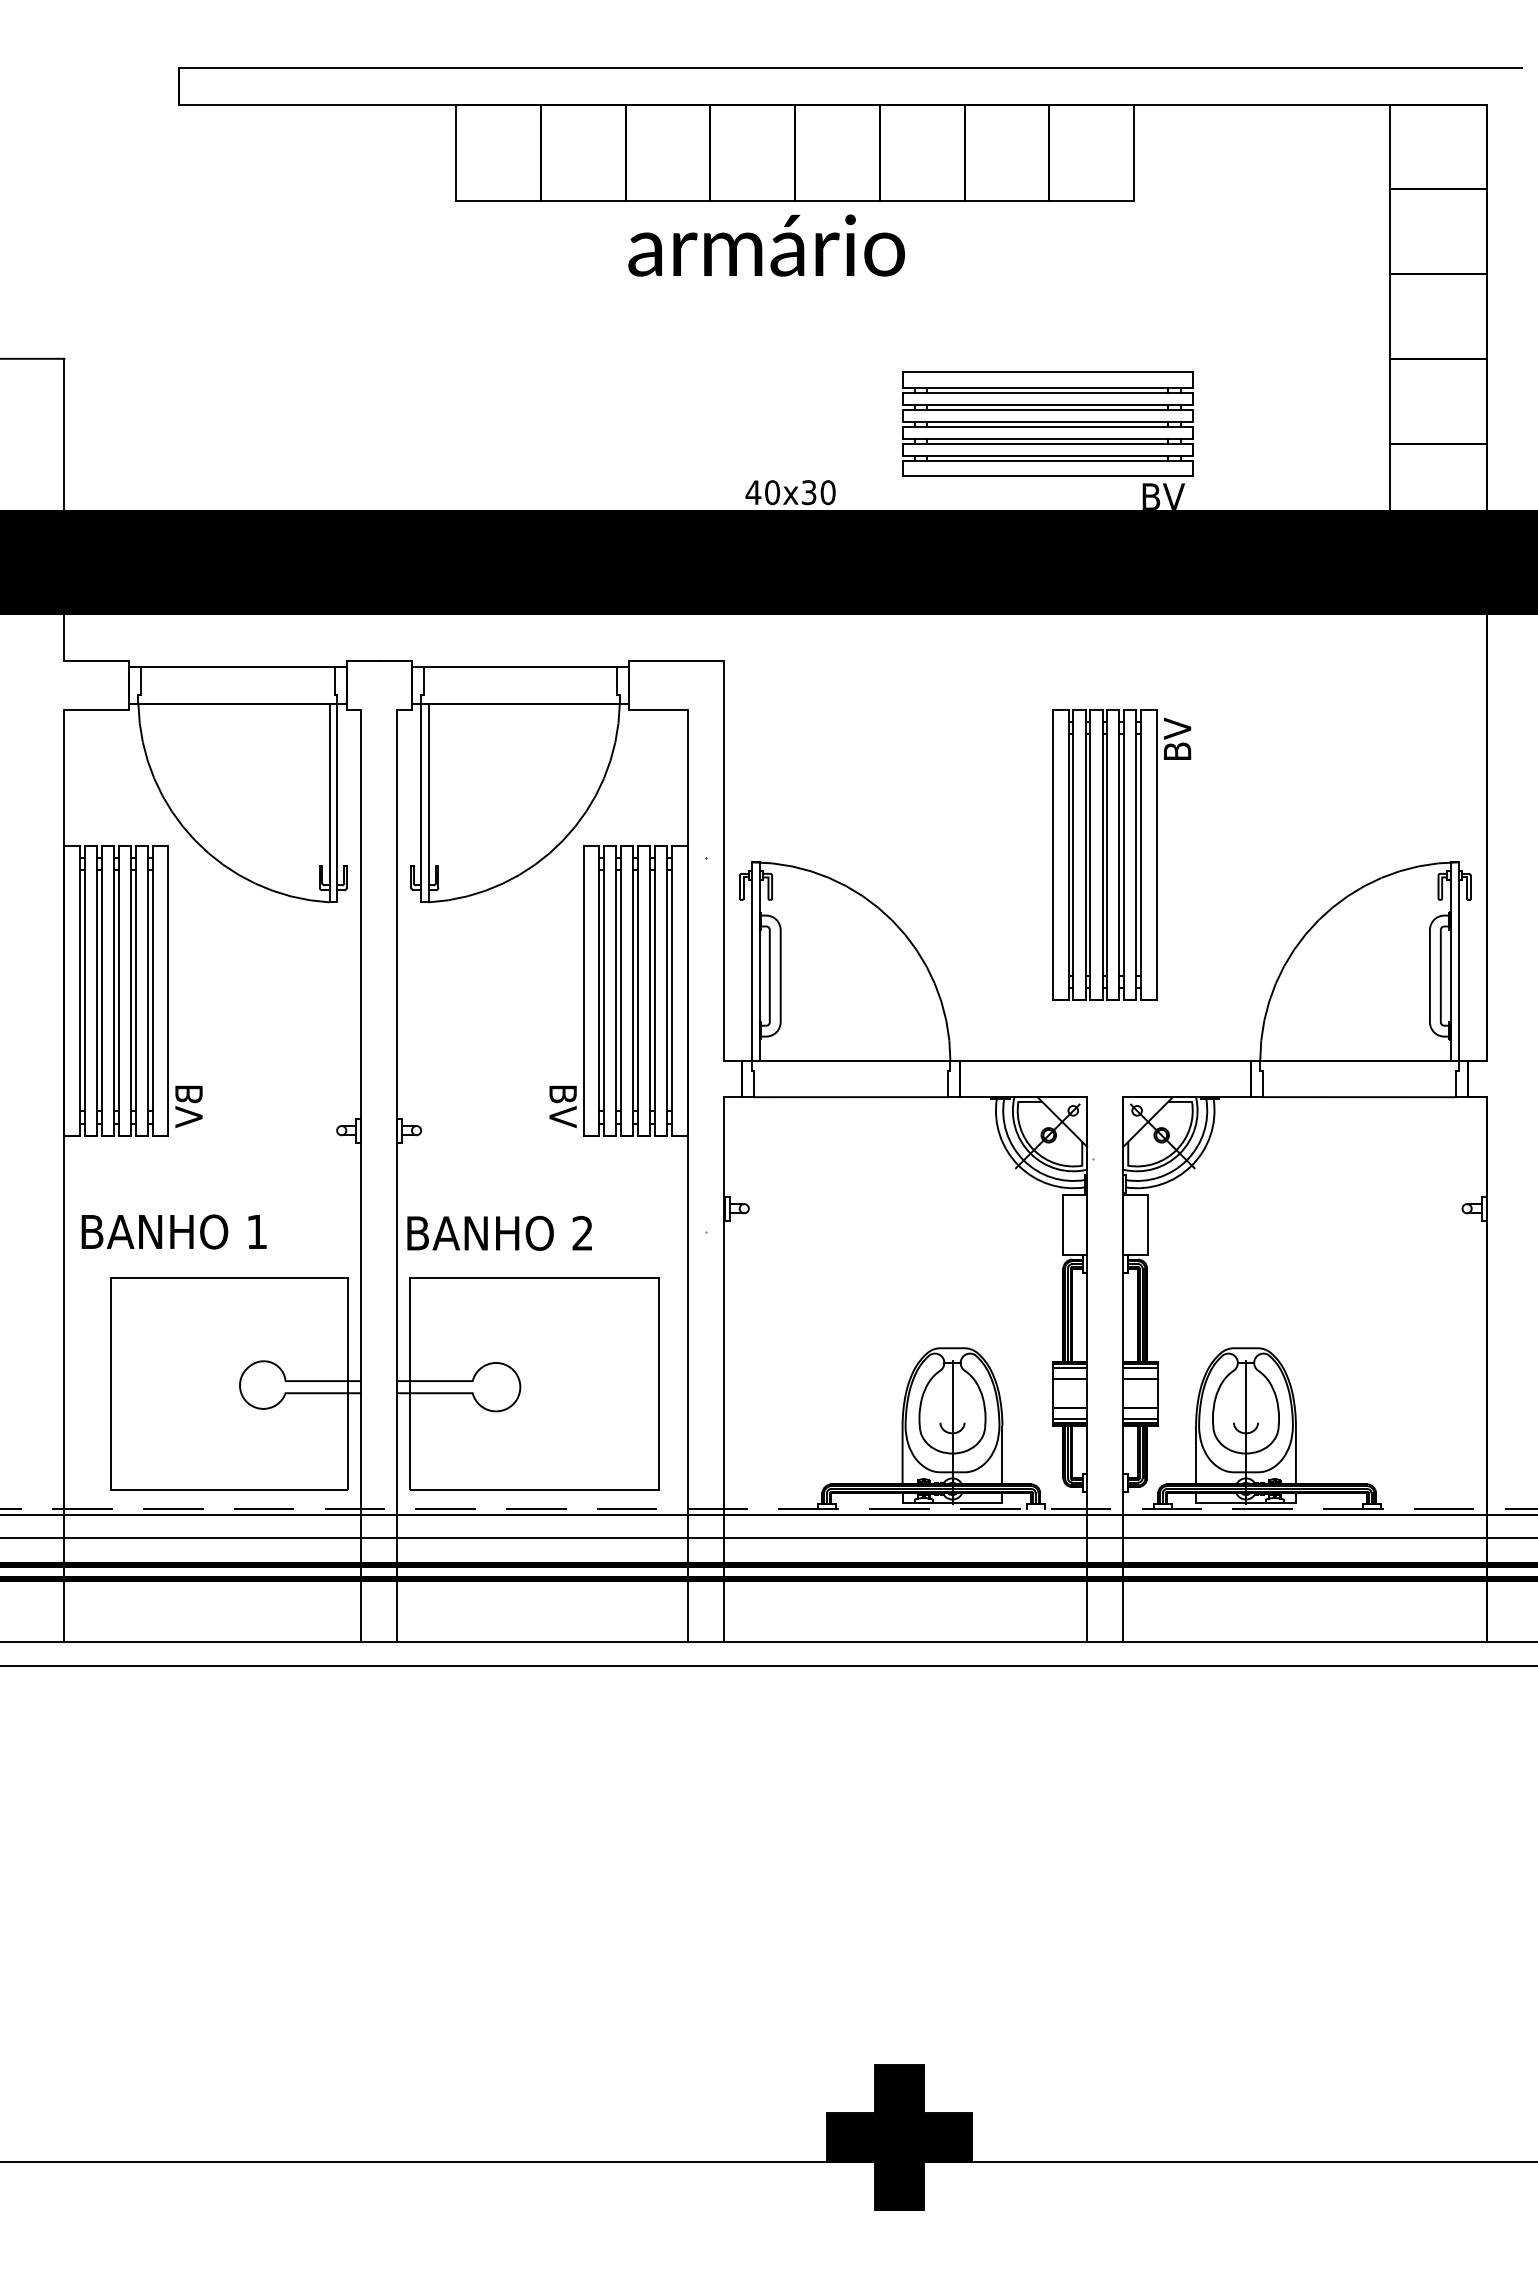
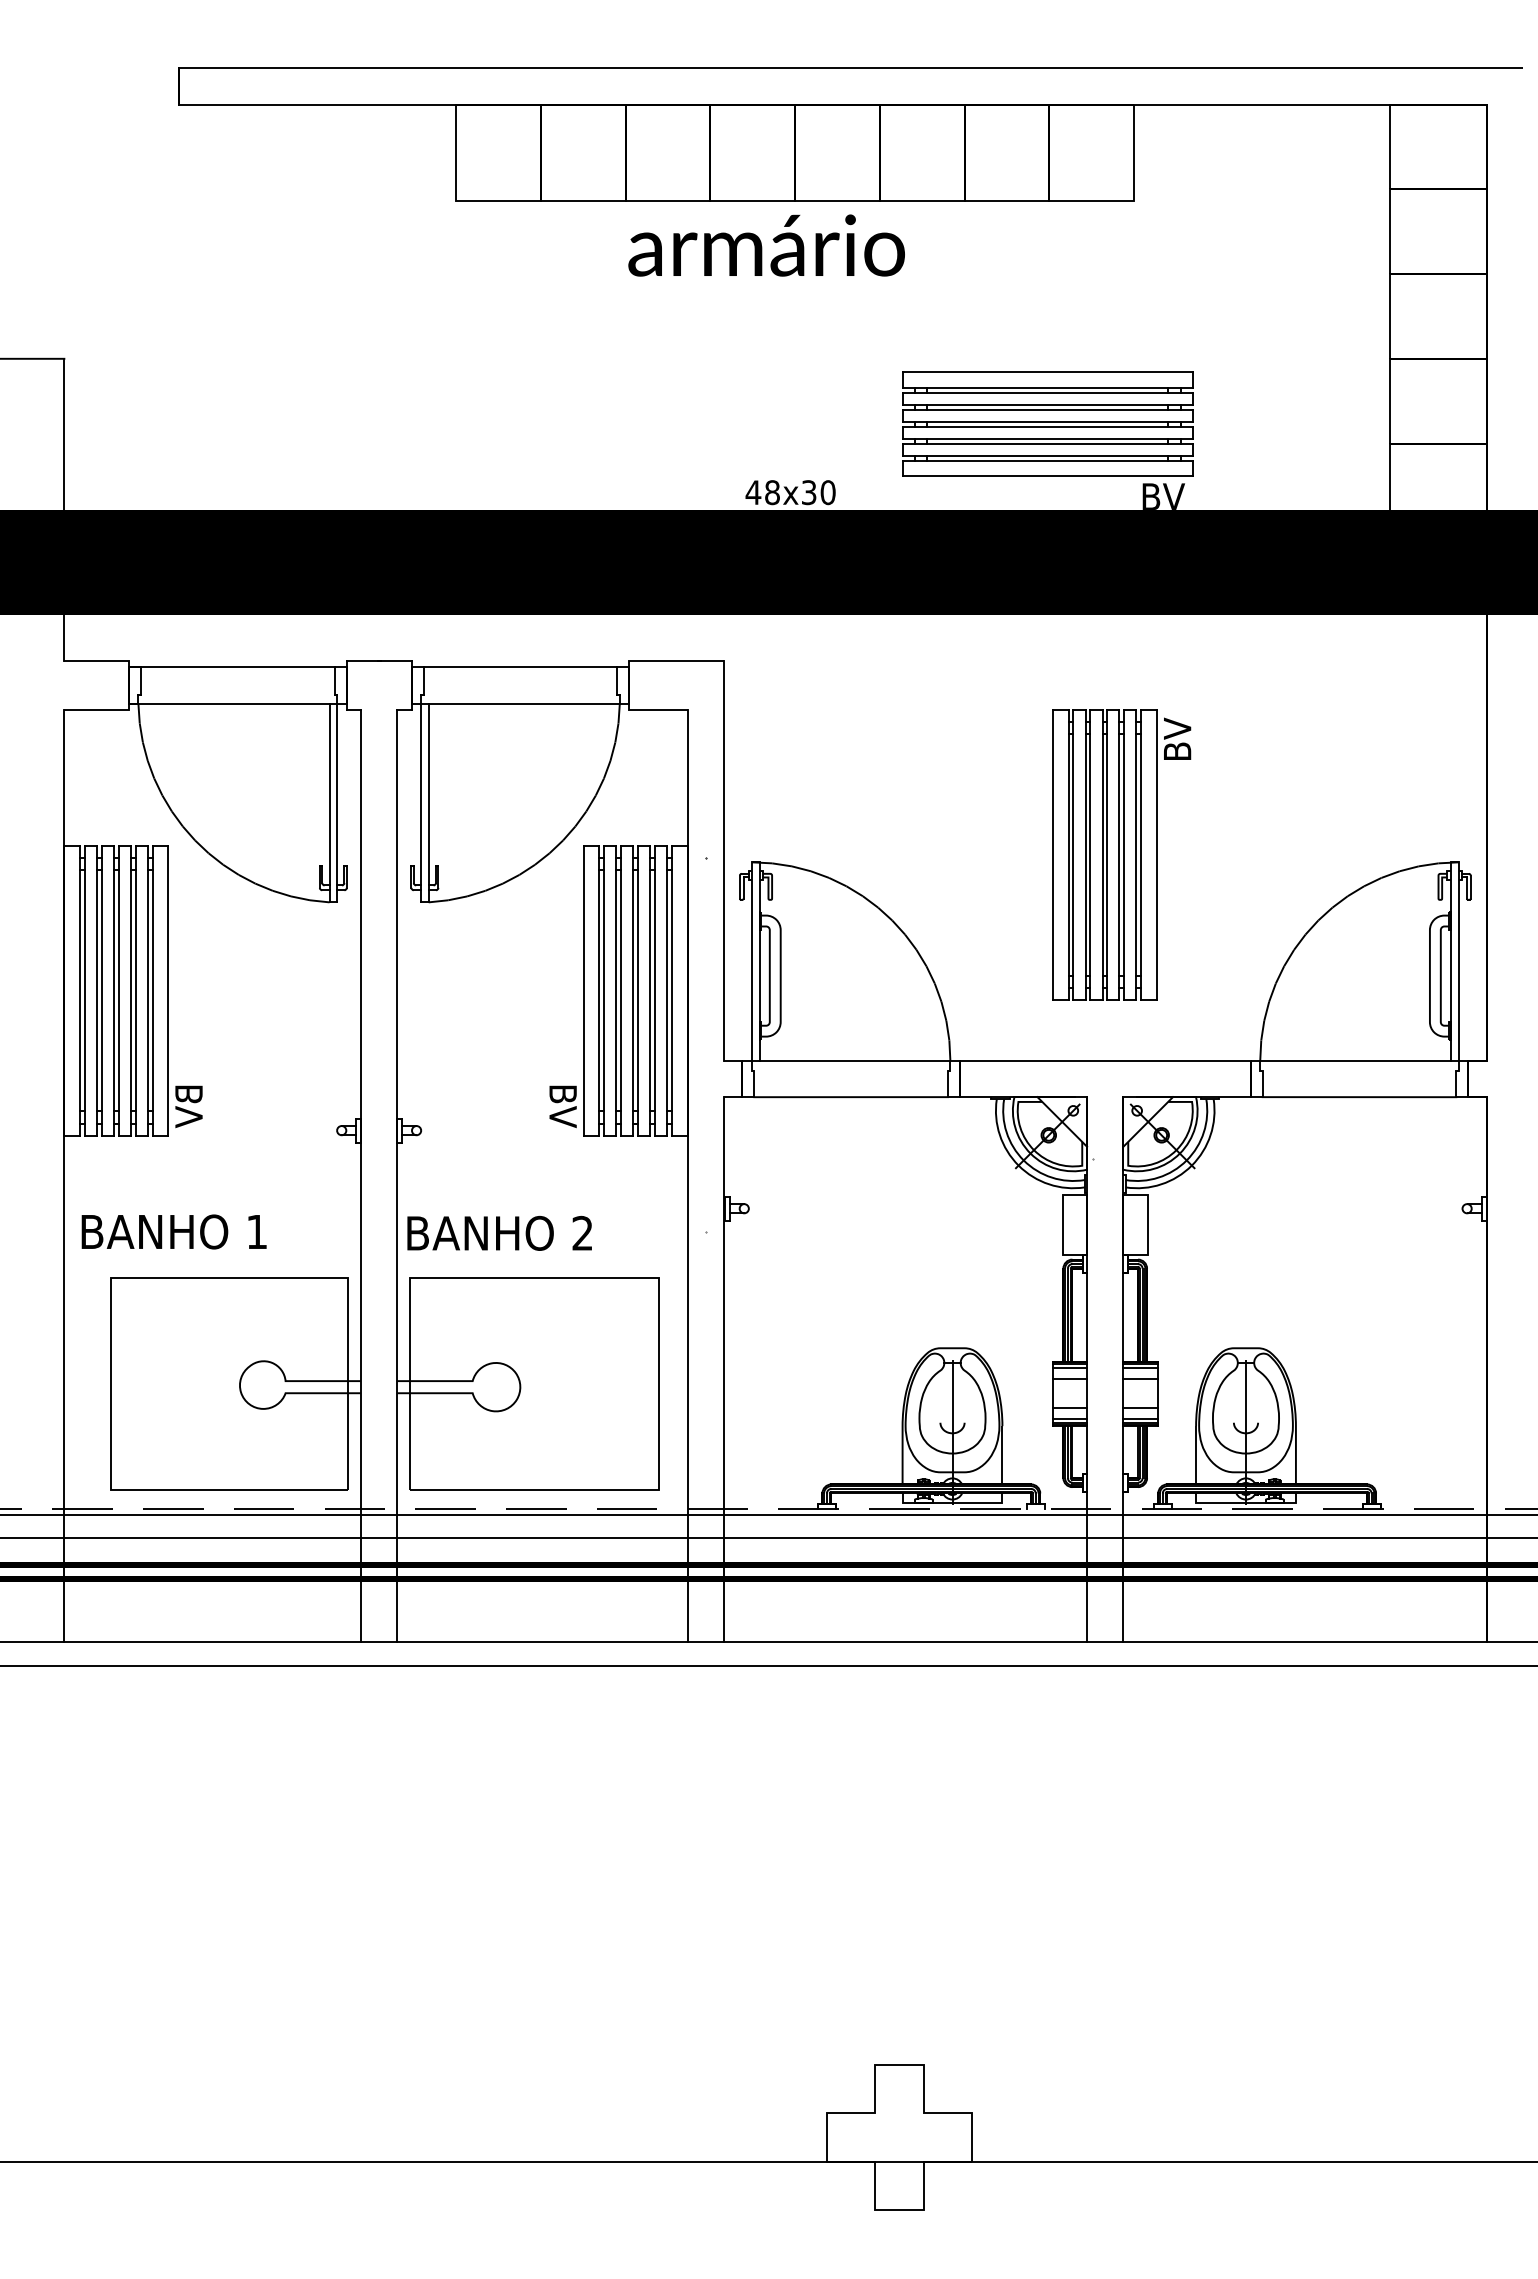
text at (772, 492): 40x30 -> 48x30
fill at (899, 2137): present -> none
